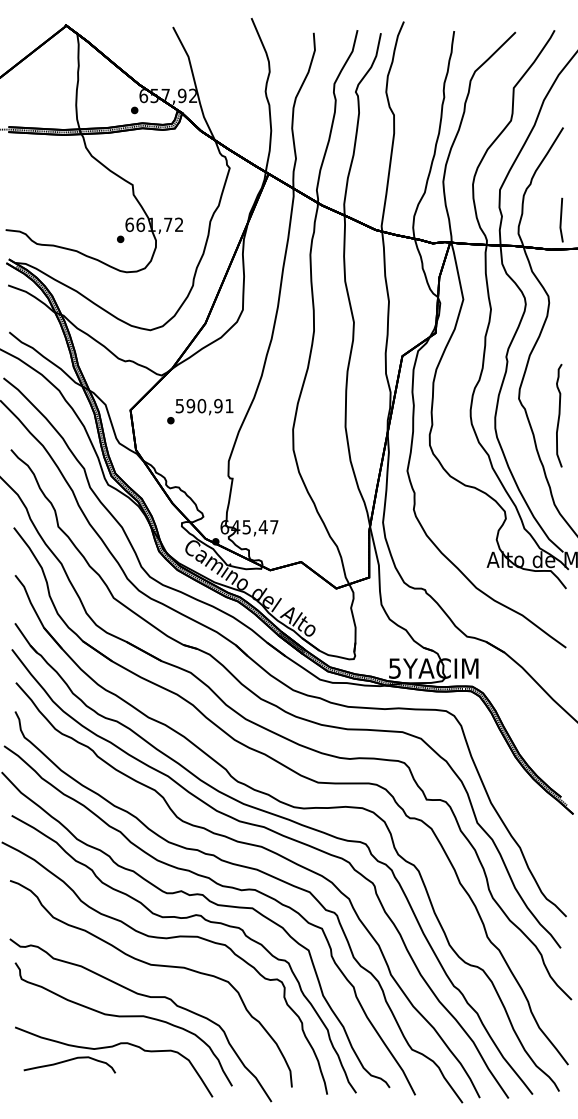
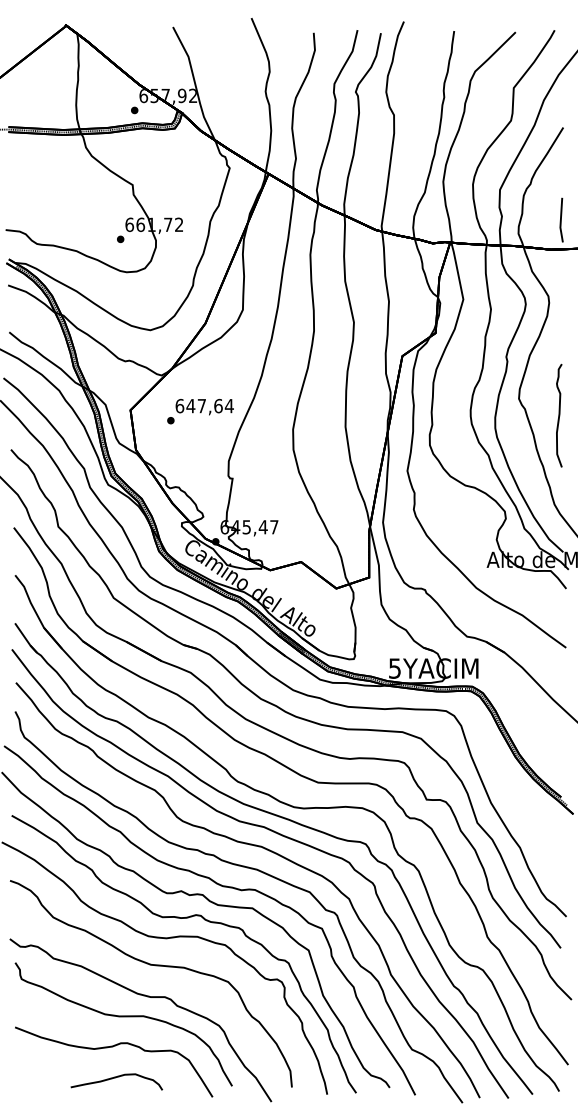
text at (204, 405): 590,91 -> 647,64
part at (69, 1064) position: (69, 1064) -> (116, 1081)
